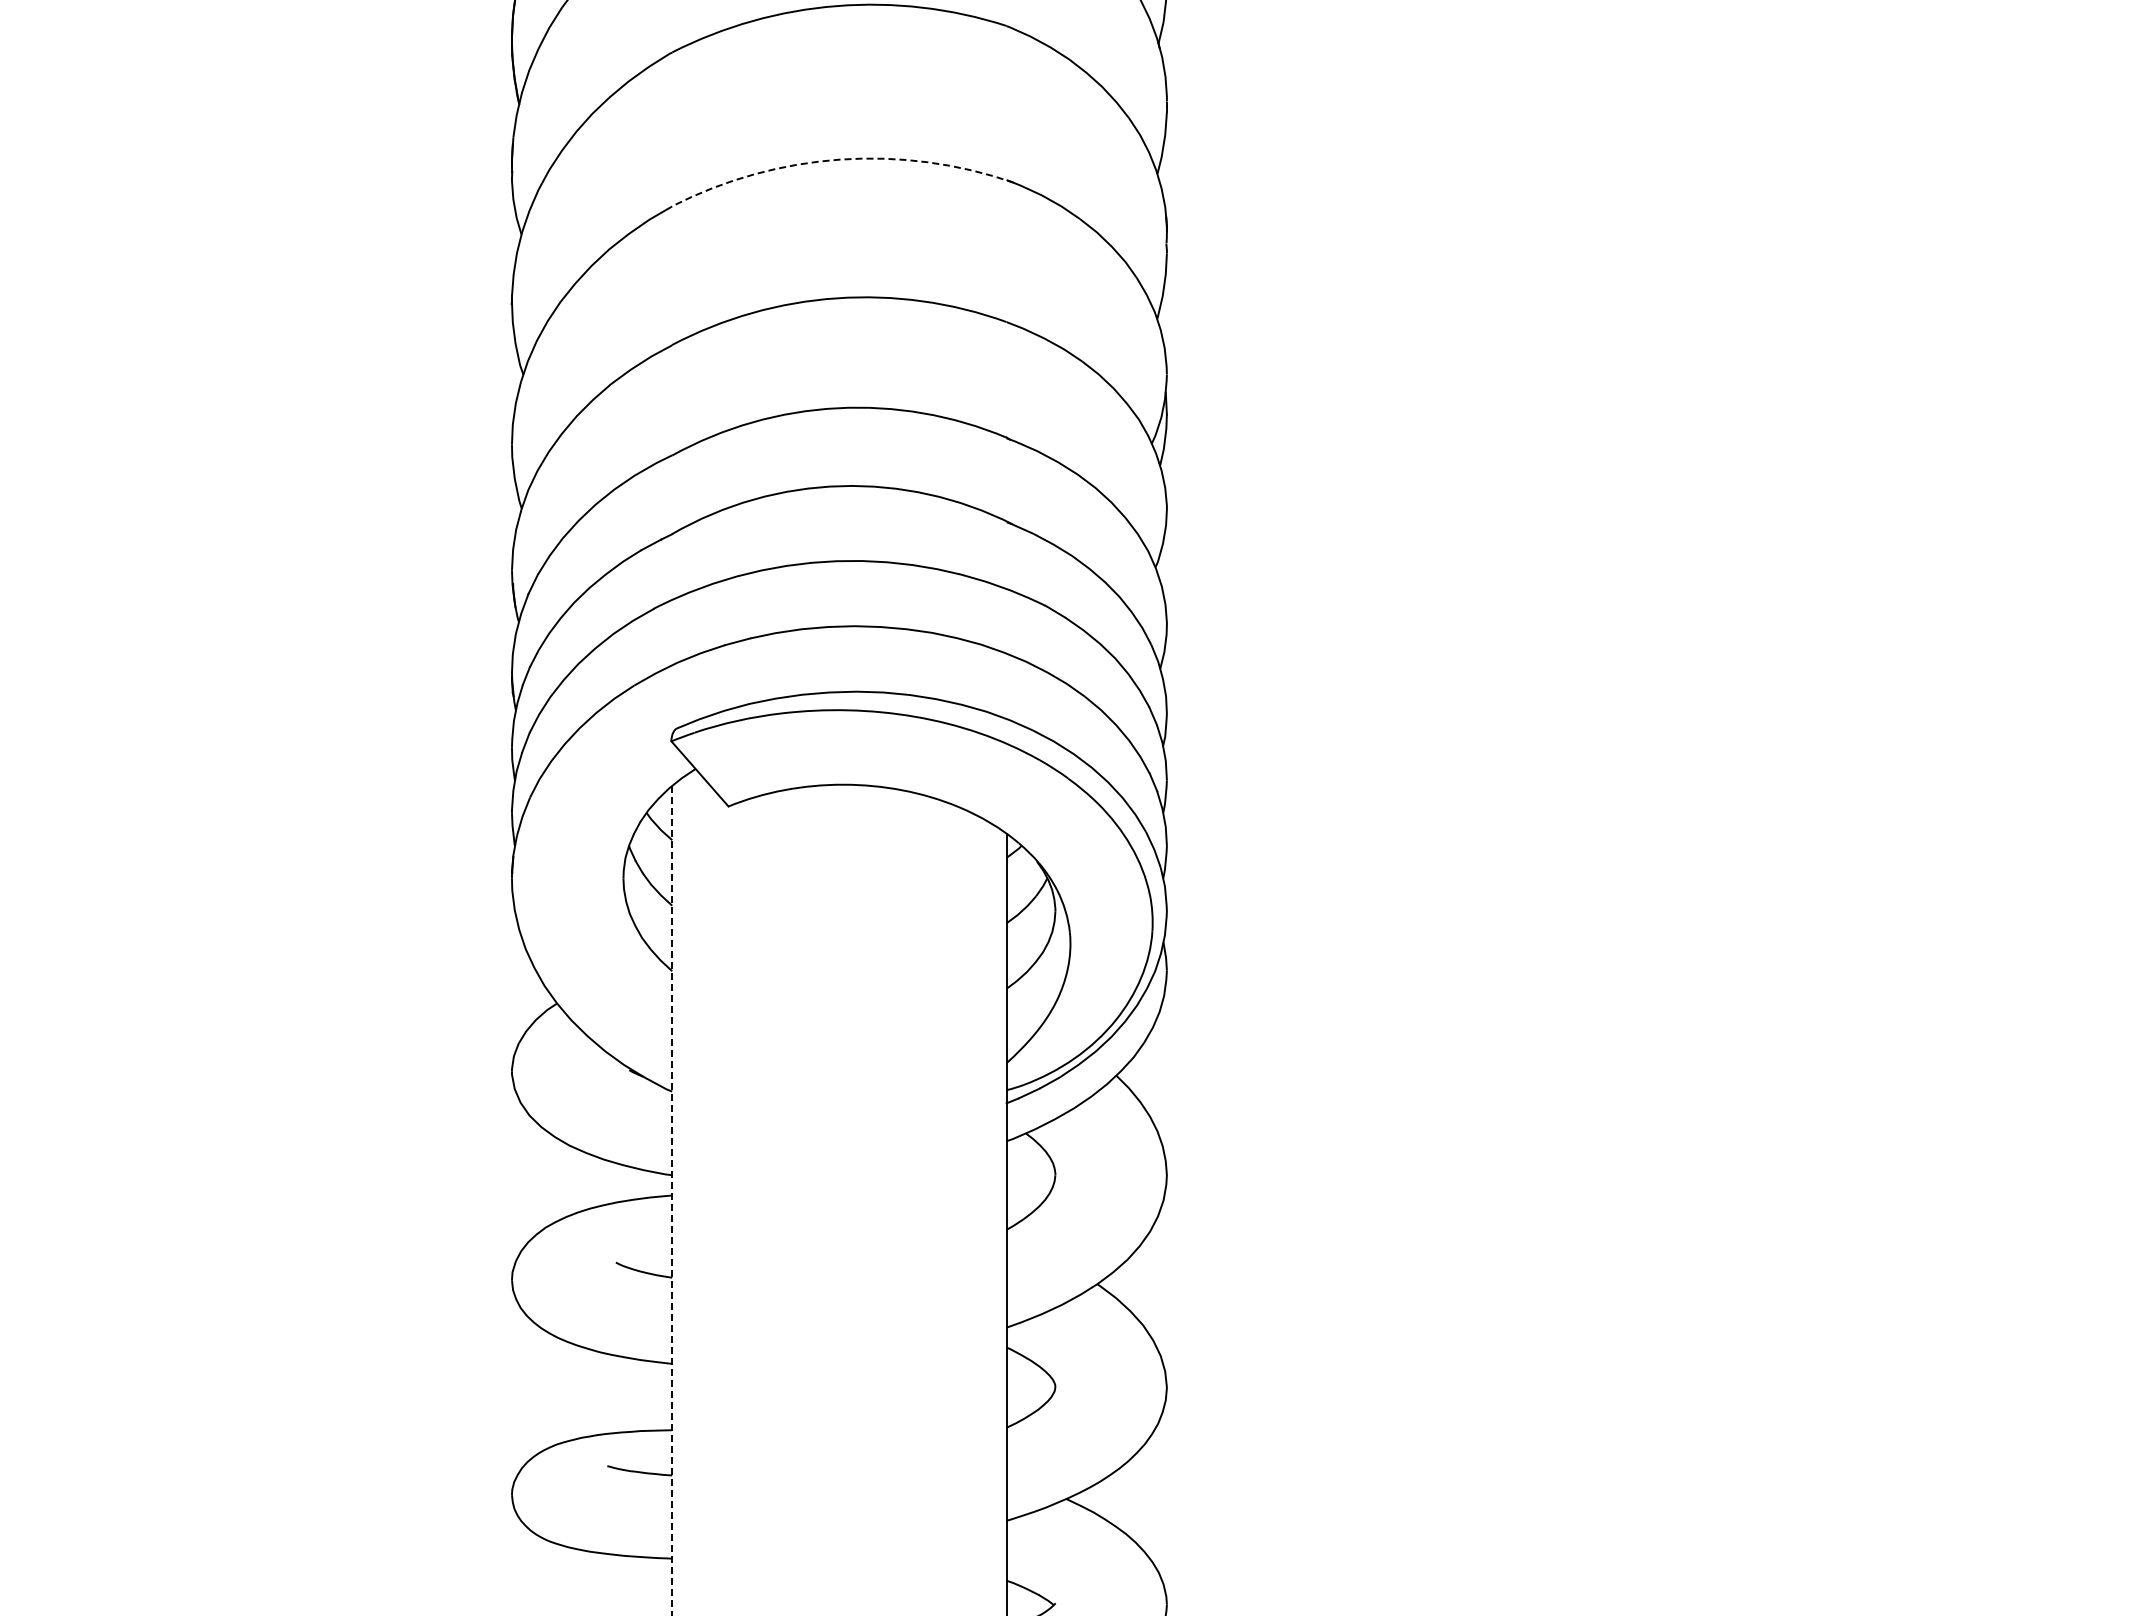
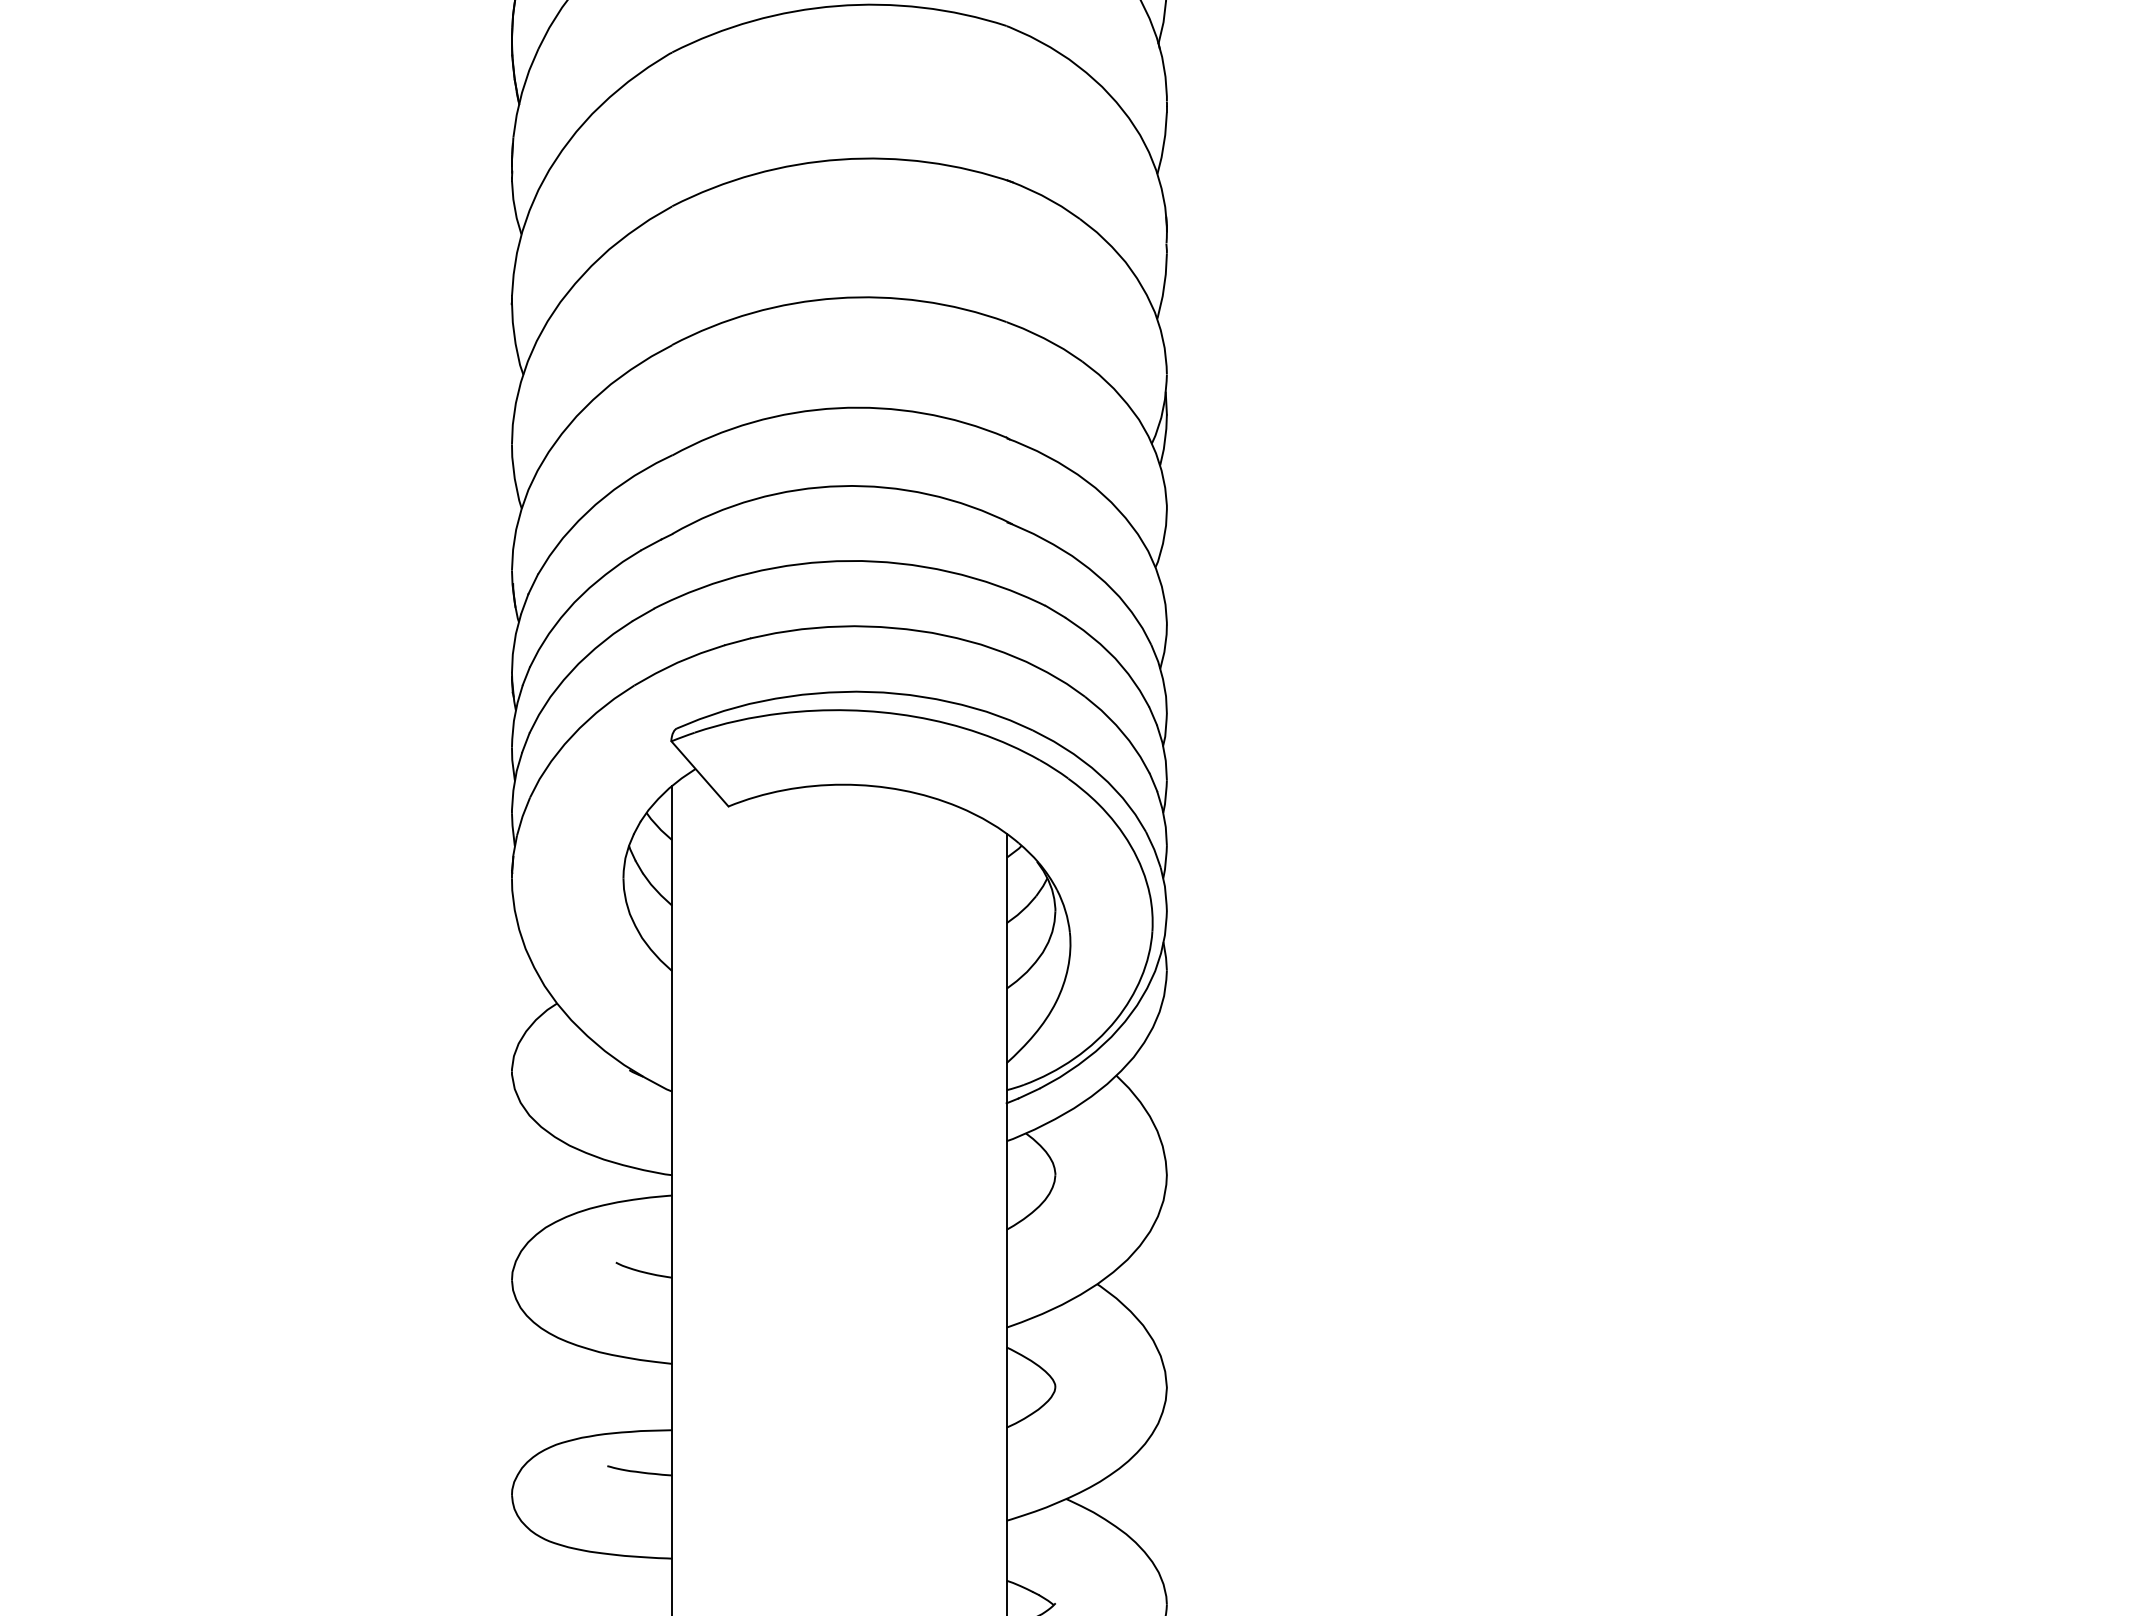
arc at (840, 159): dashed -> solid
line at (672, 1200): dashed -> solid
